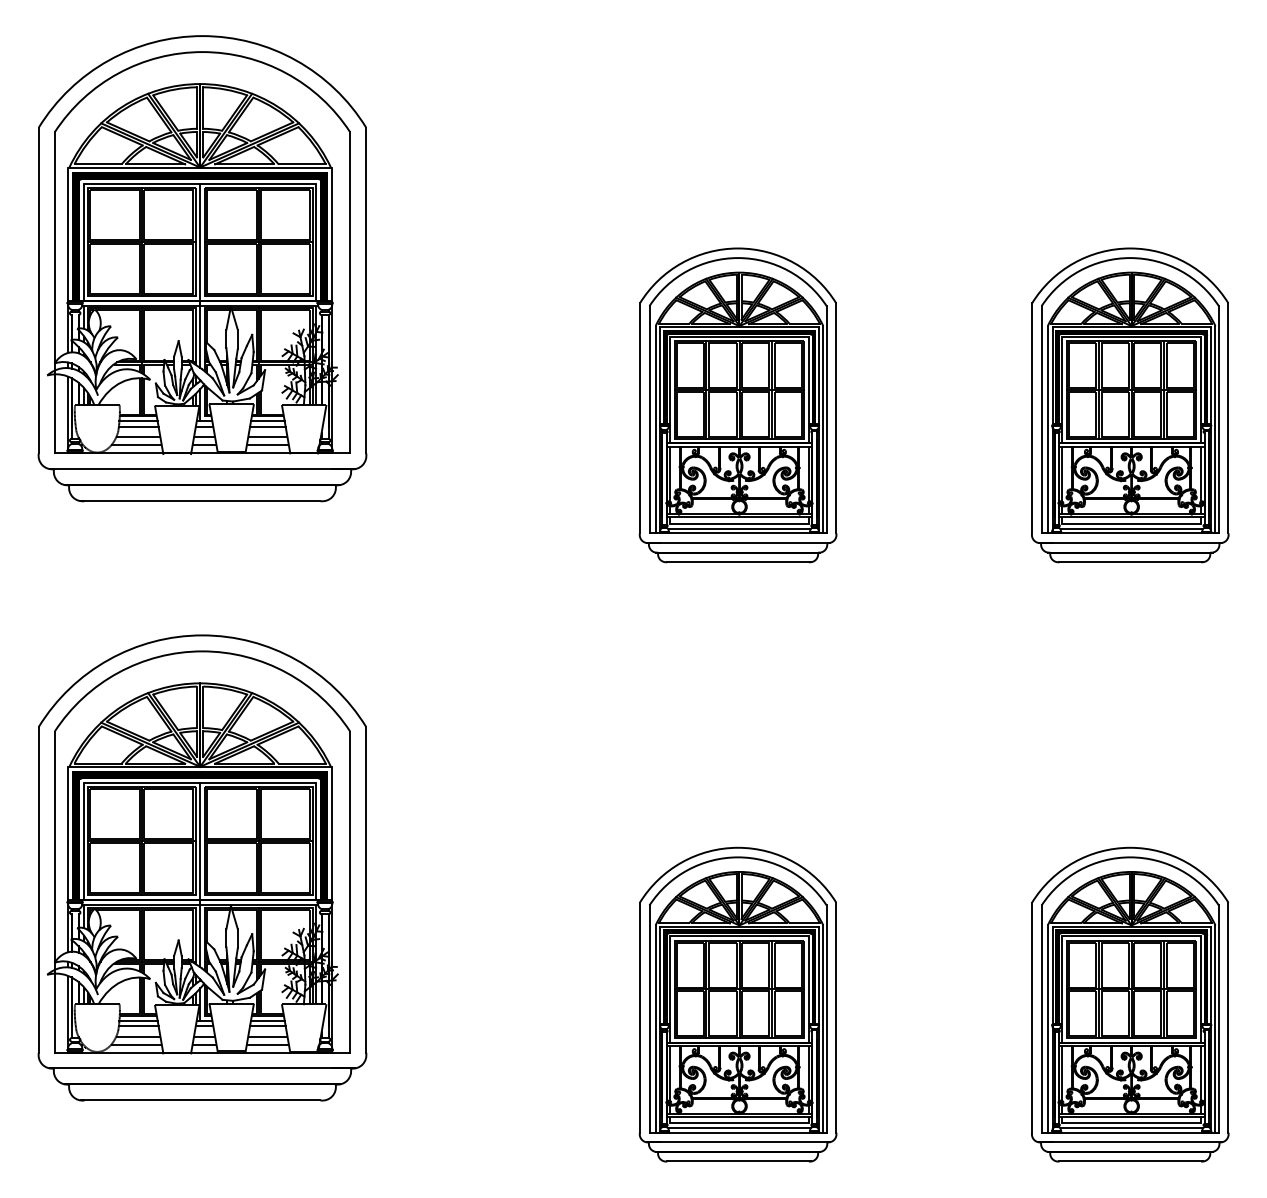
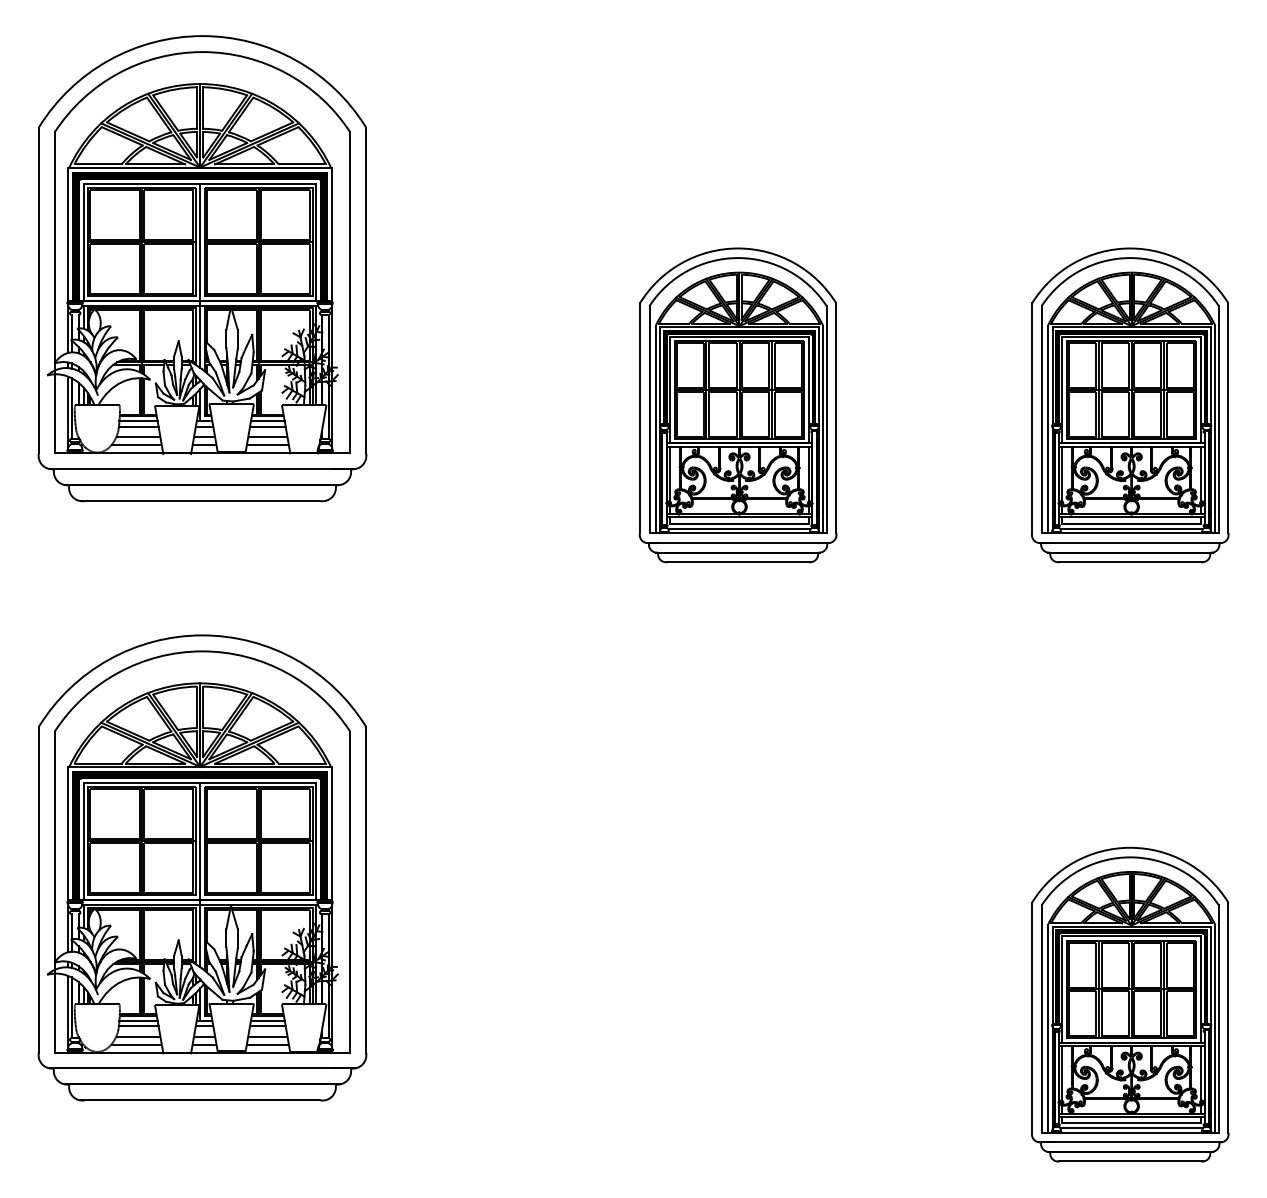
part at (737, 1004): present -> none
